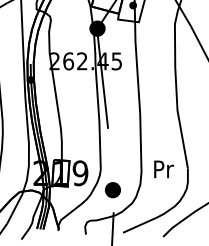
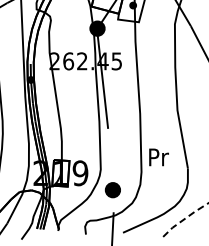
text at (163, 169) position: (163, 169) -> (158, 157)
line at (185, 218): solid -> dashed
